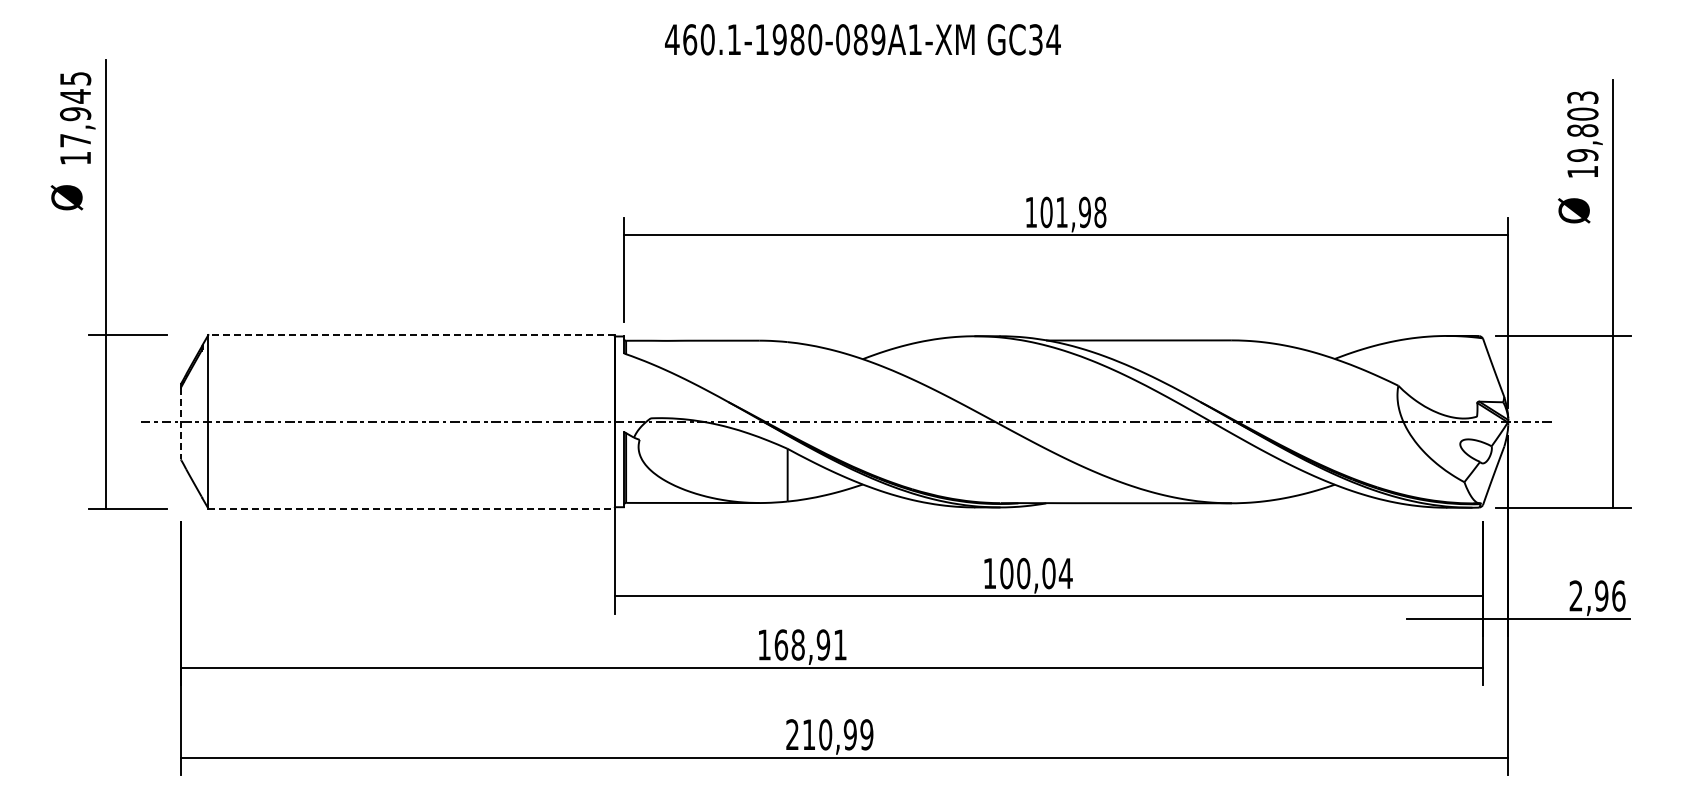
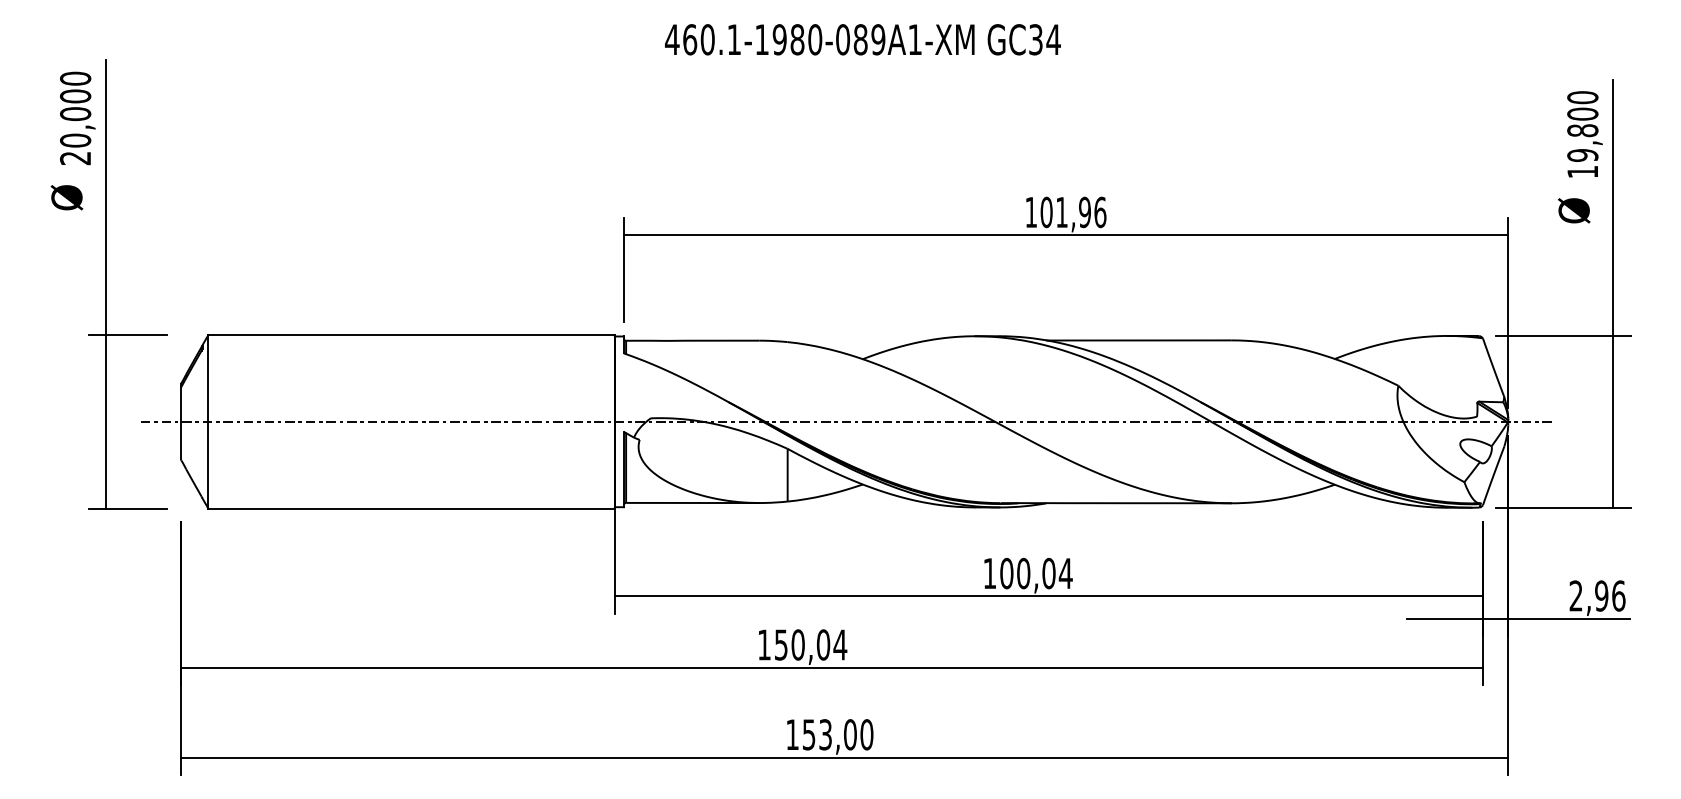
text at (1582, 97): 19,803 -> 19,800
text at (75, 118): 17,945 -> 20,000
text at (1100, 211): 101,98 -> 101,96
line at (411, 335): dashed -> solid
line at (180, 423): dashed -> solid
line at (412, 508): dashed -> solid
text at (810, 644): 168,91 -> 150,04
text at (829, 734): 210,99 -> 153,00
